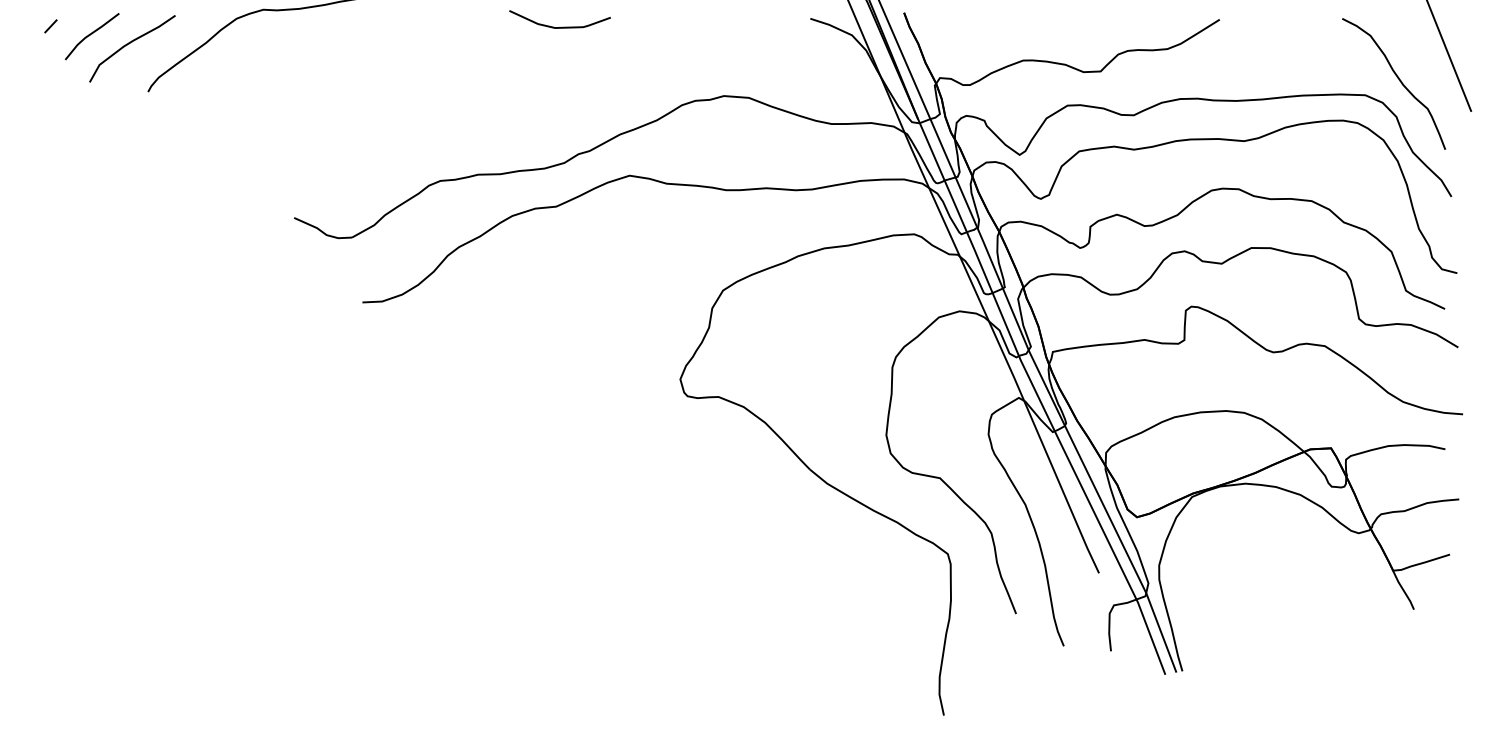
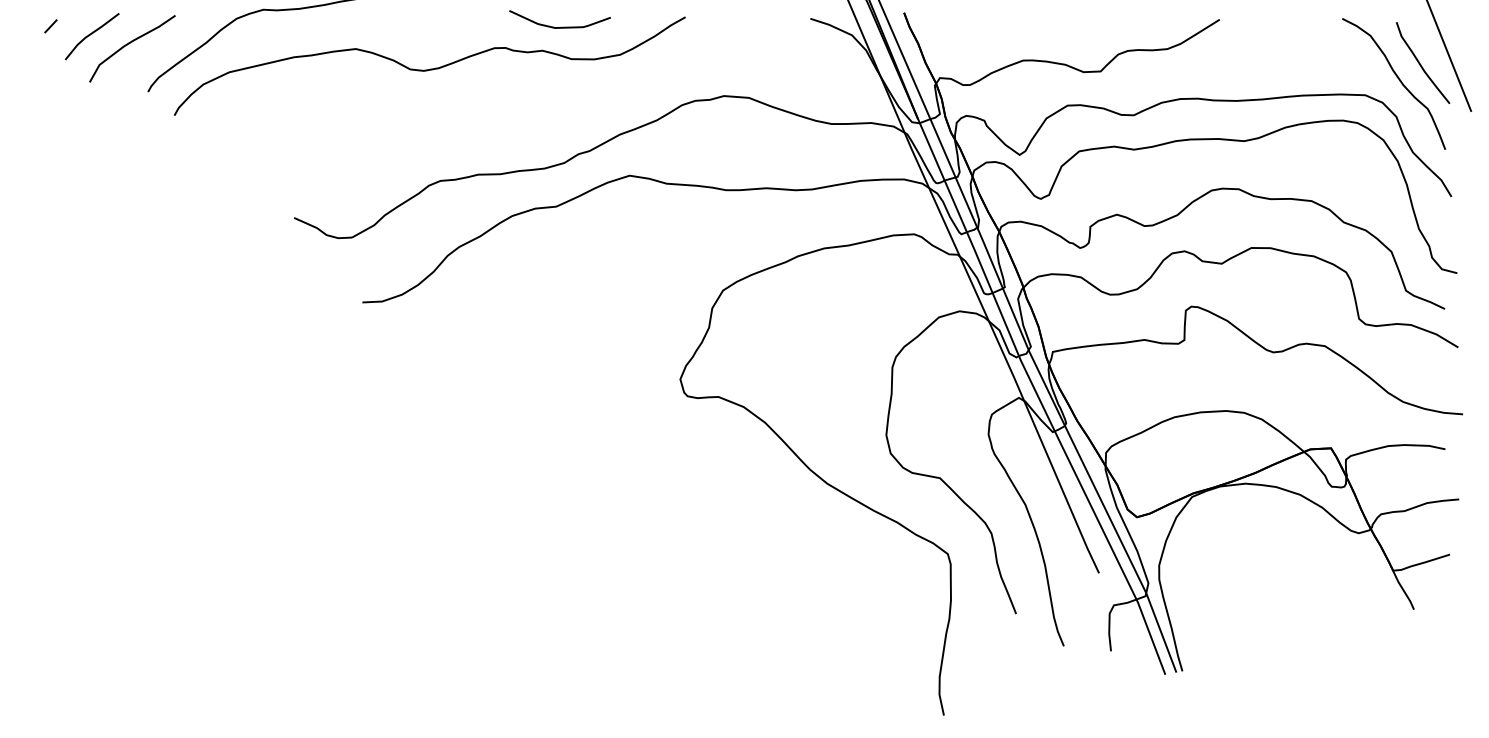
curve at (1421, 64): none -> present
curve at (430, 68): none -> present
